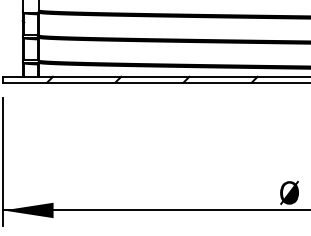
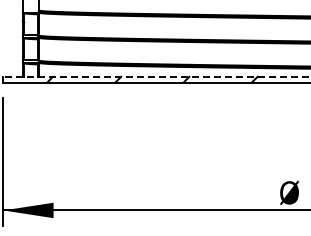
line at (156, 76): solid -> dashed
